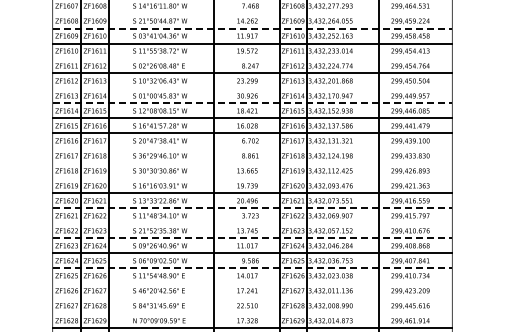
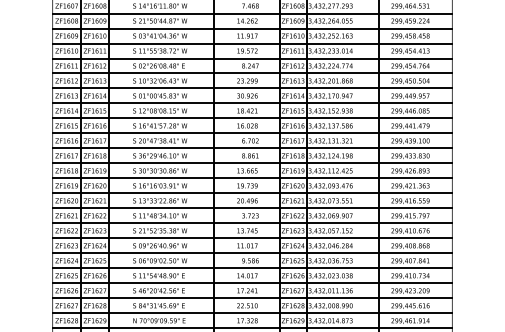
line at (252, 13): none -> present
line at (252, 28): dashed -> solid
line at (252, 58): none -> present
line at (252, 88): none -> present
line at (252, 103): dashed -> solid
line at (252, 148): none -> present
line at (252, 163): none -> present
line at (252, 178): none -> present
line at (252, 208): dashed -> solid
line at (252, 223): none -> present
line at (252, 238): dashed -> solid
line at (252, 268): dashed -> solid
line at (252, 283): none -> present
line at (252, 298): none -> present
line at (252, 313): none -> present
